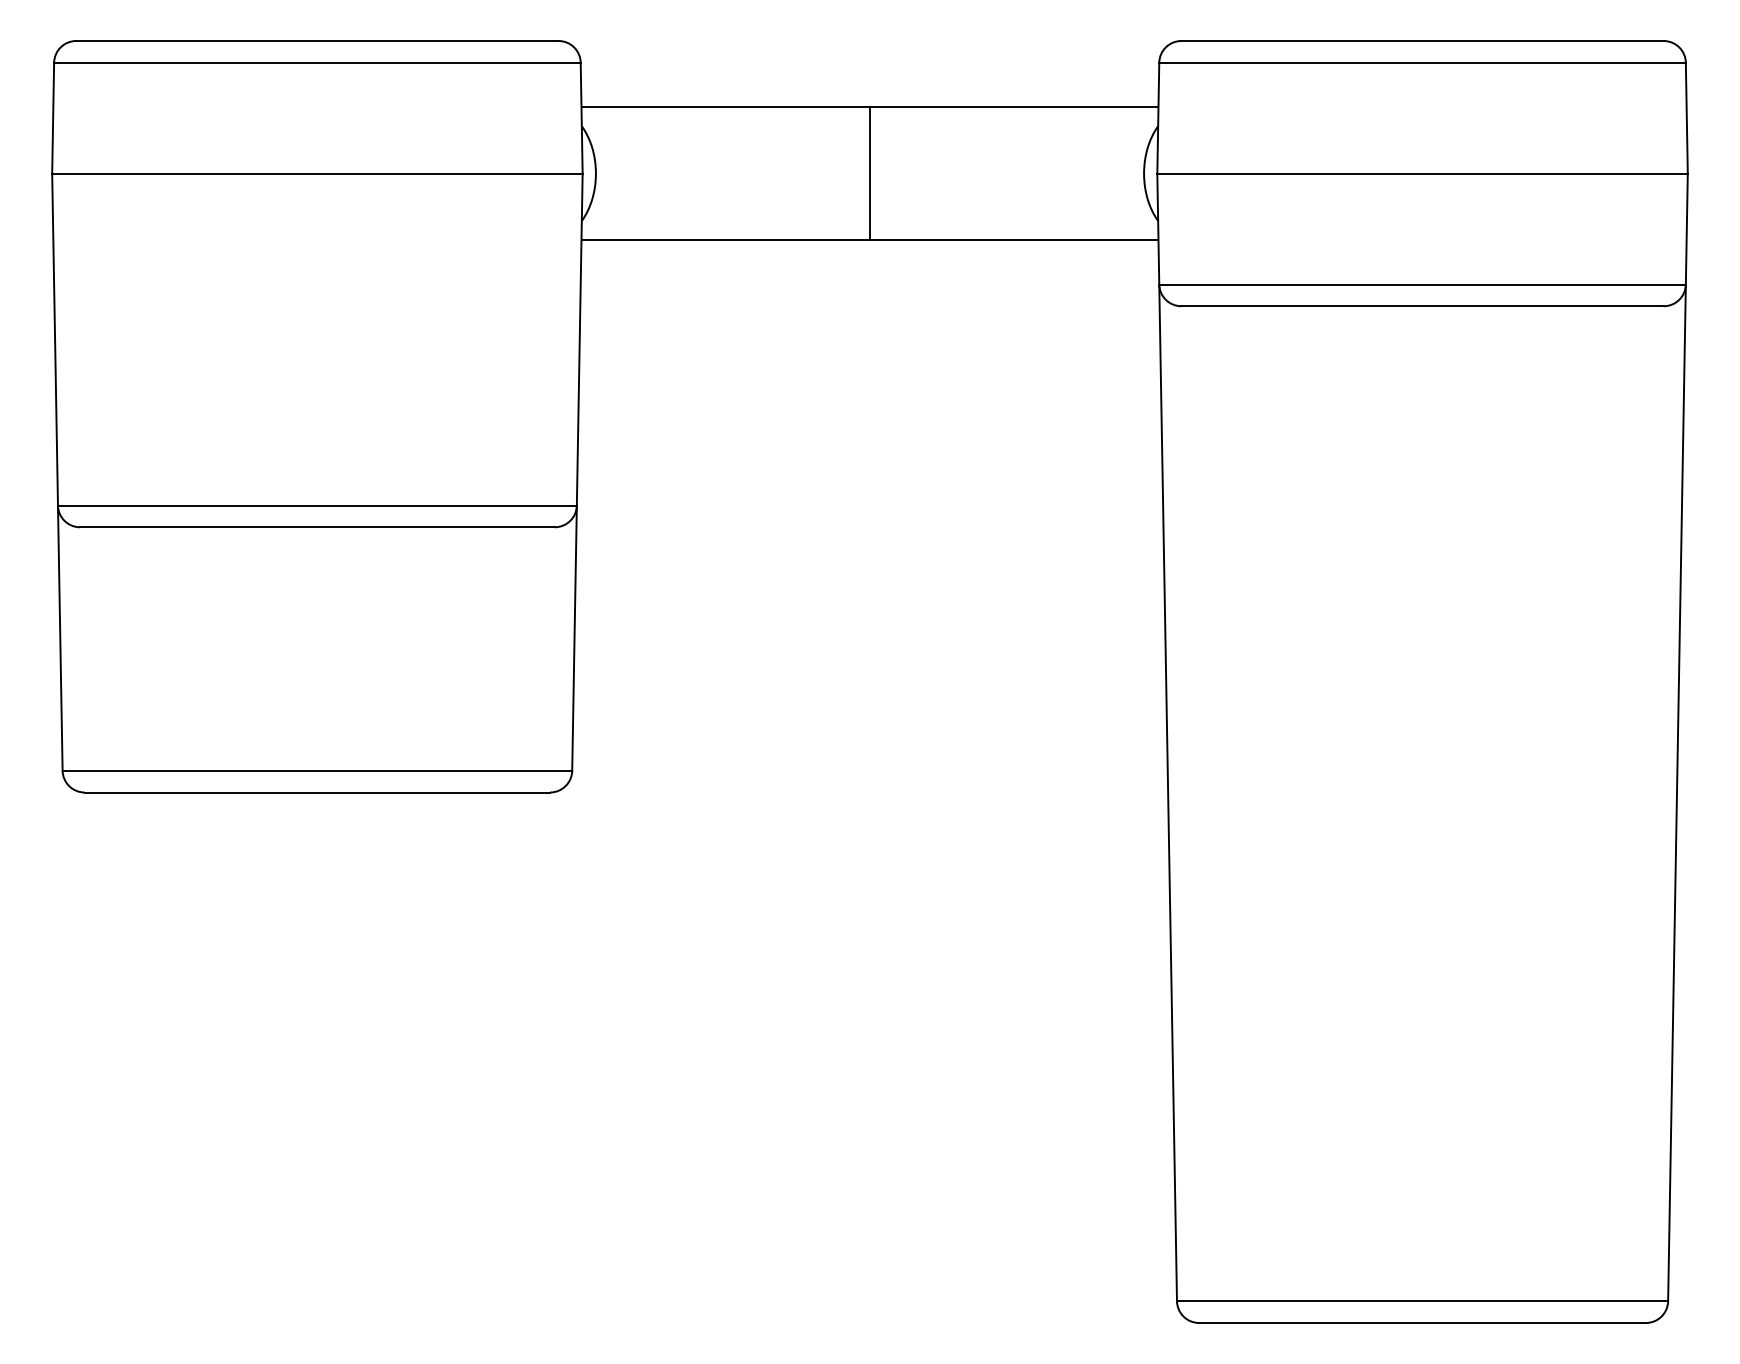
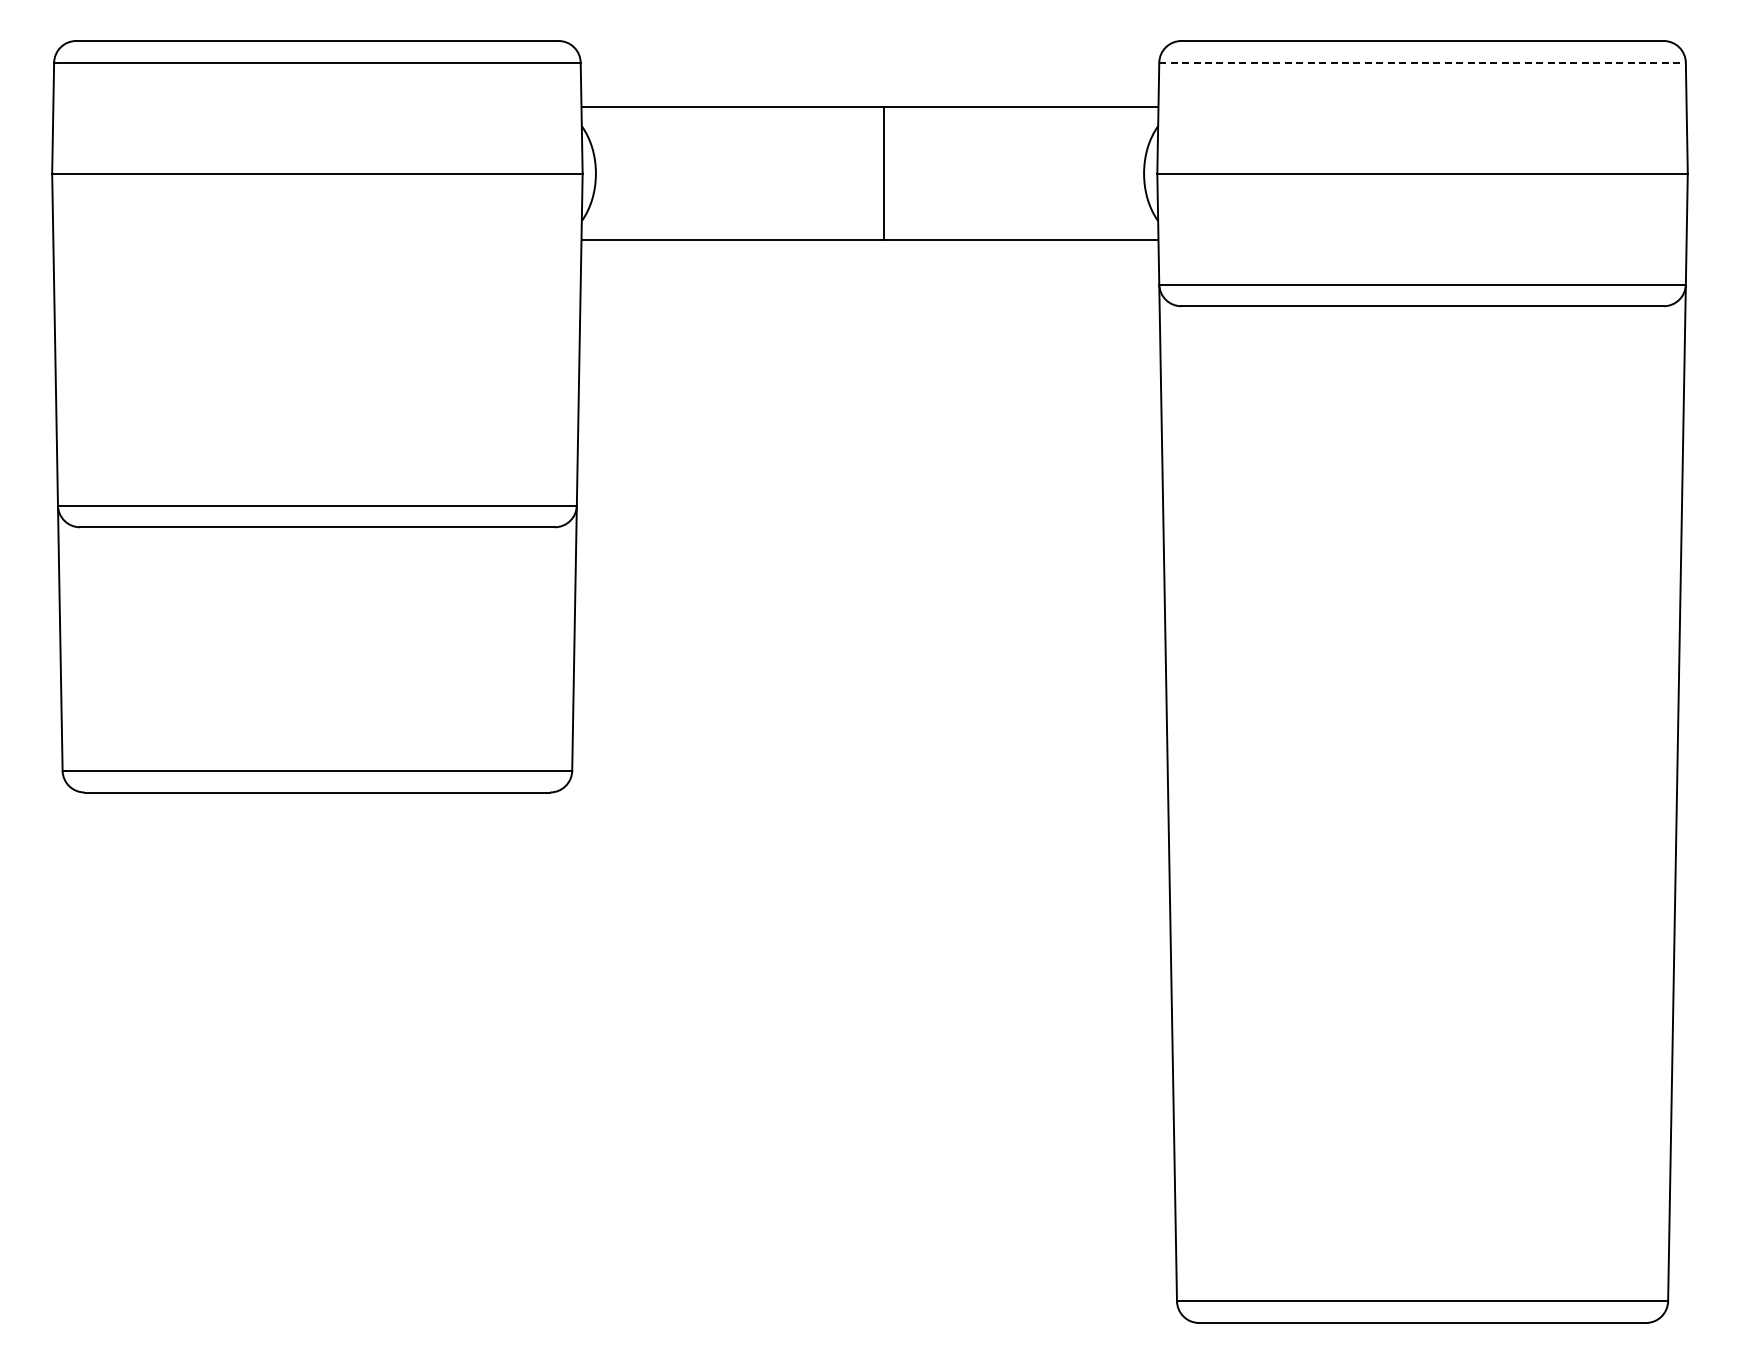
line at (1423, 62): solid -> dashed
line at (869, 173) position: (869, 173) -> (883, 173)
